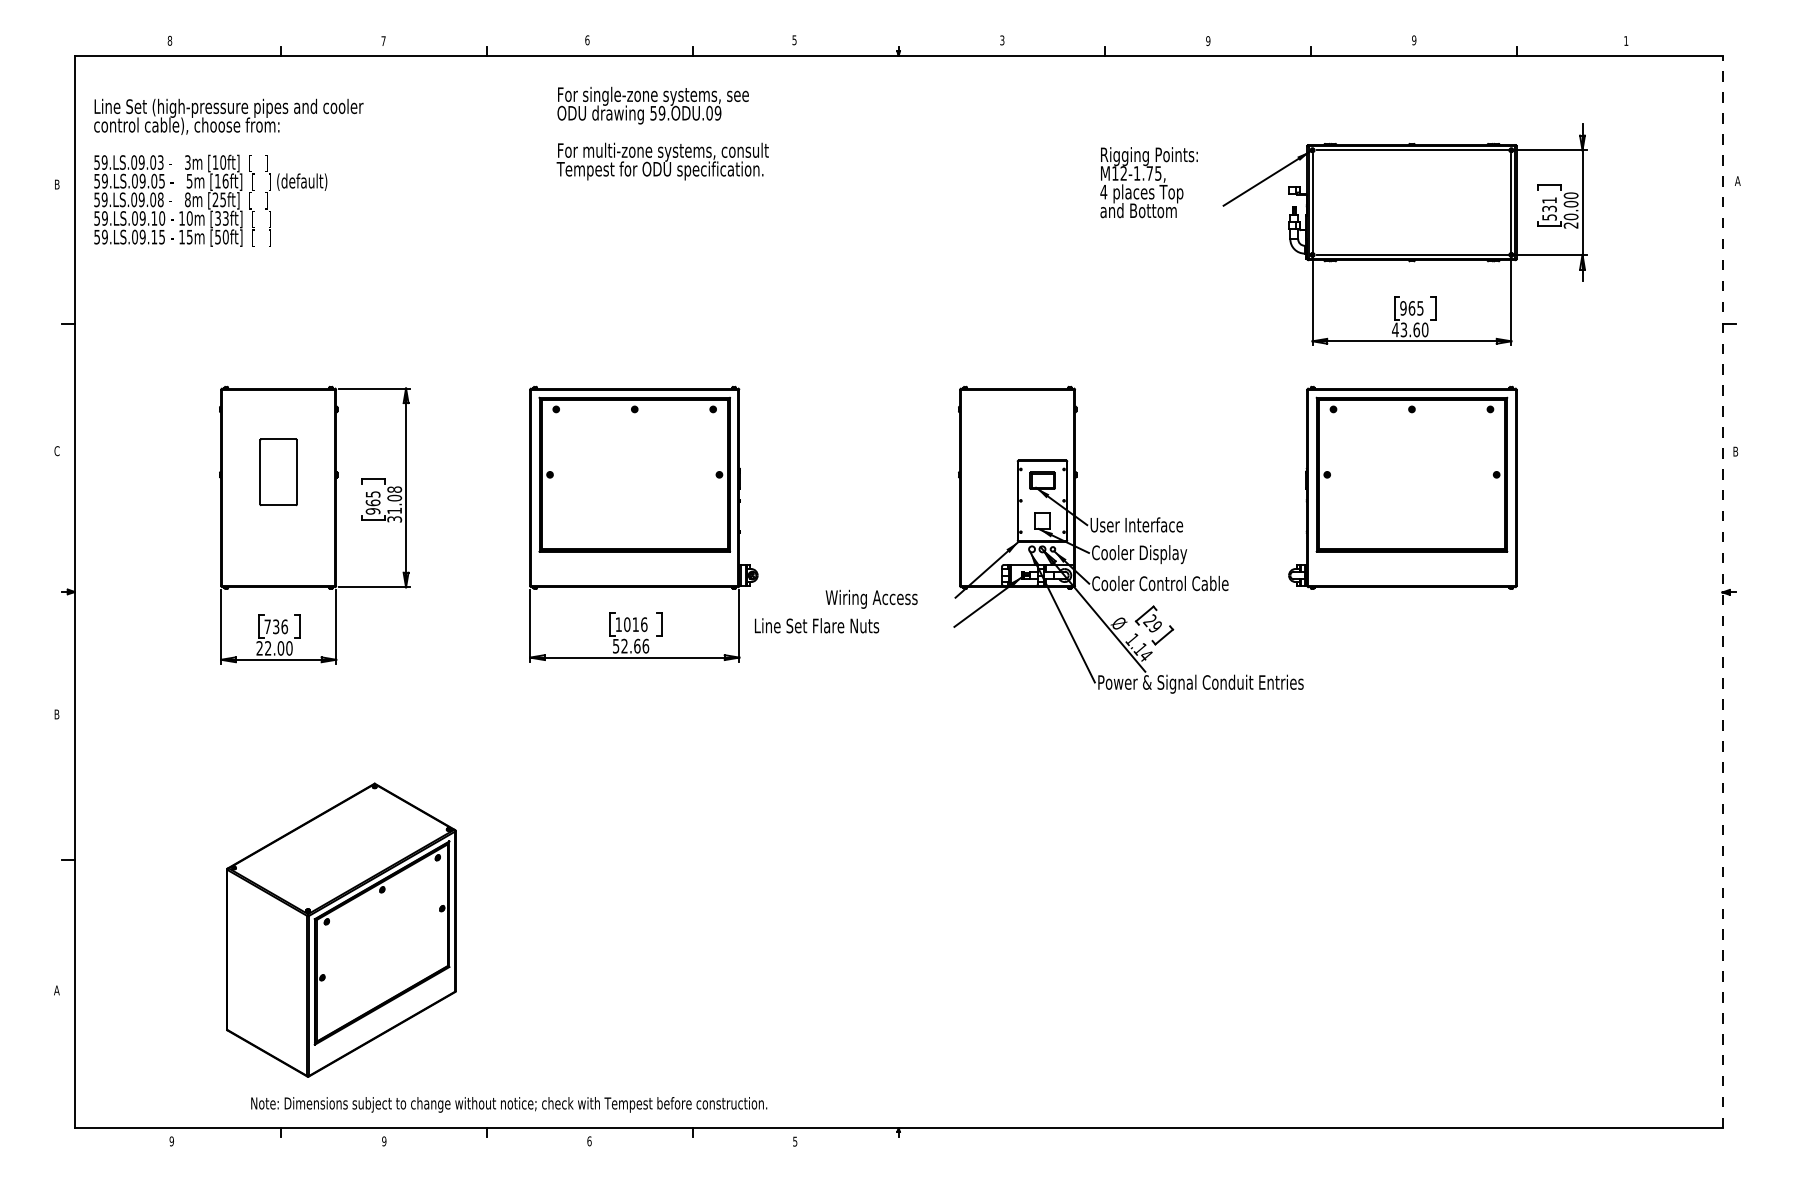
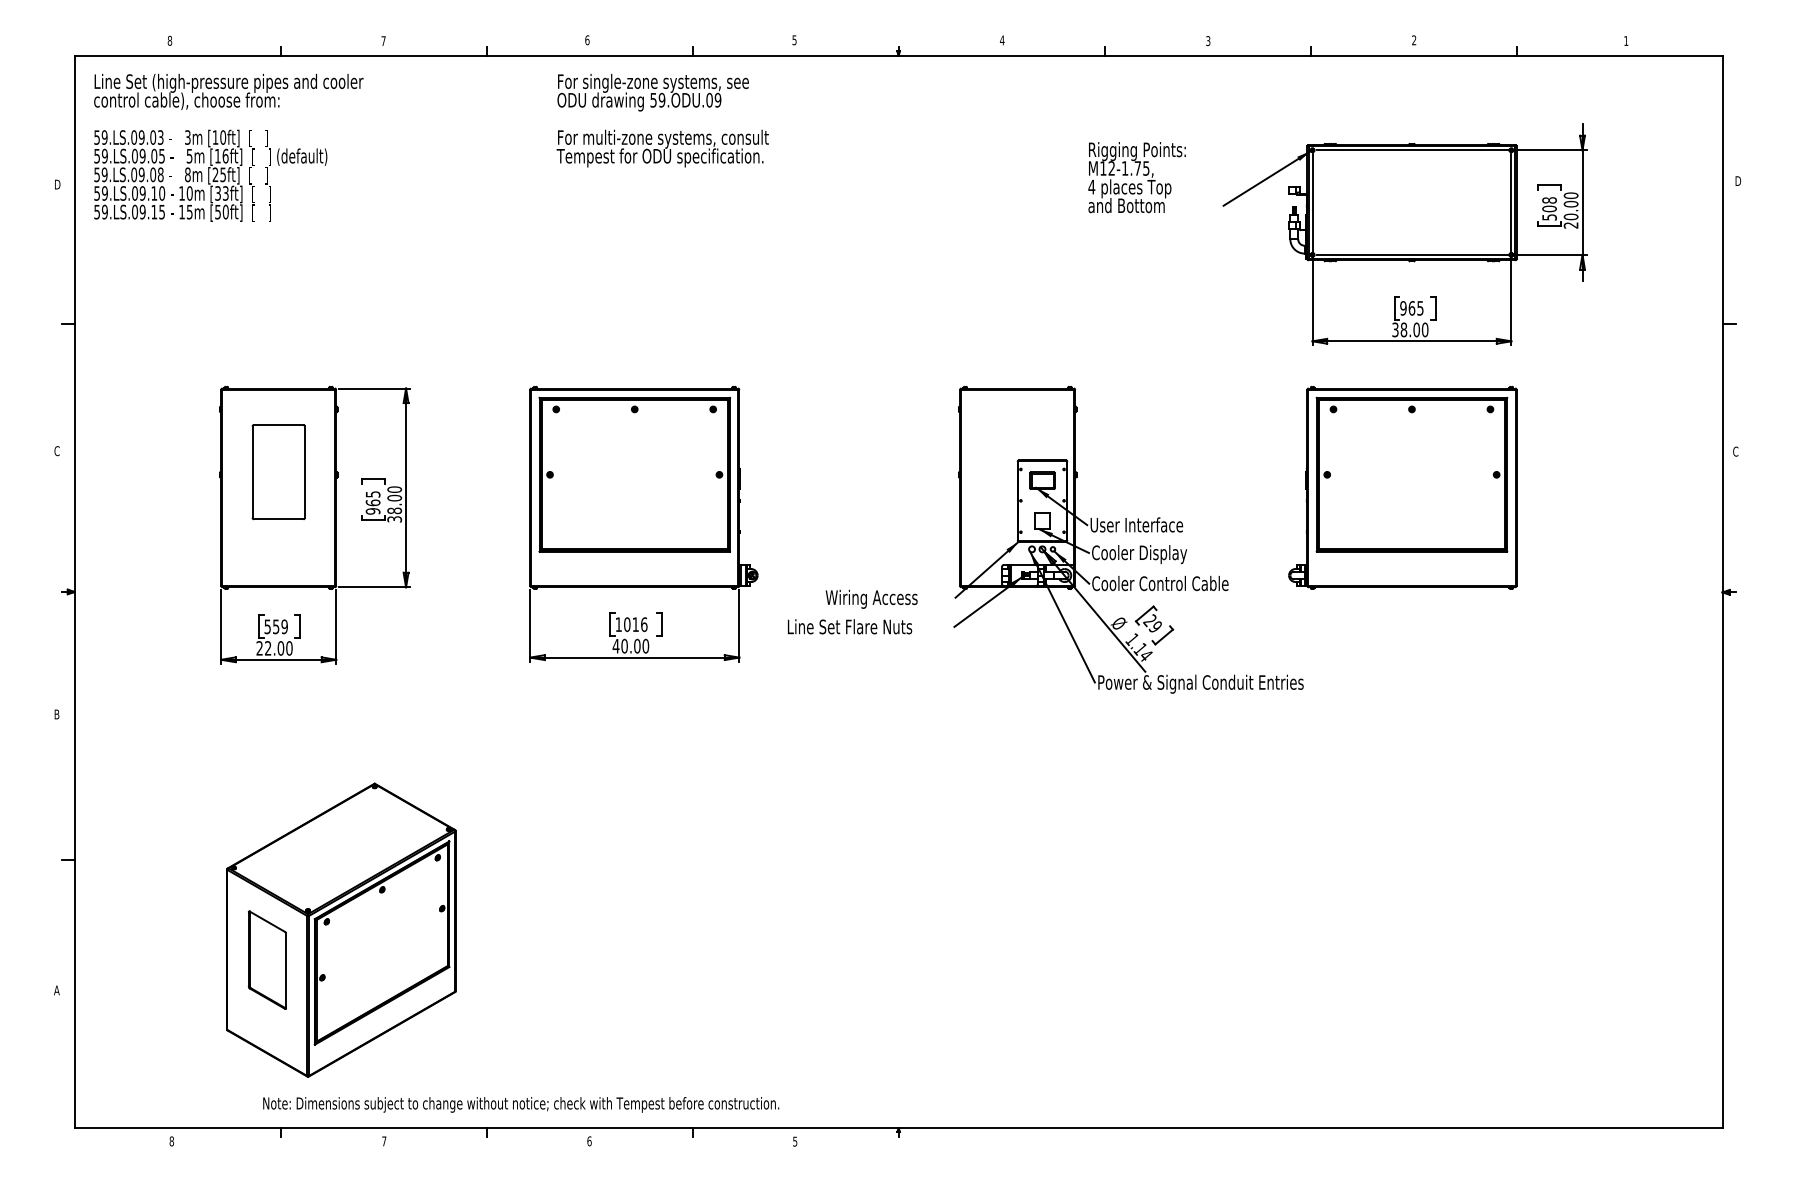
text at (1002, 40): 3 -> 4
text at (1208, 40): 9 -> 3
text at (1414, 40): 9 -> 2
text at (662, 133) position: (662, 133) -> (662, 120)
text at (228, 172) position: (228, 172) -> (228, 147)
text at (1738, 180): A -> D
text at (1148, 182) position: (1148, 182) -> (1136, 177)
text at (57, 184): B -> D
text at (1549, 204): 531 -> 508
text at (1406, 329): 43.60 -> 38.00
text at (1735, 451): B -> C
part at (278, 472) size: 39x69 px -> 55x97 px
text at (394, 500): 31.08 -> 38.00
line at (1722, 591): dashed -> solid
text at (817, 625) position: (817, 625) -> (850, 626)
text at (276, 626): 736 -> 559
text at (630, 645): 52.66 -> 40.00
part at (266, 959): none -> present
text at (509, 1104) position: (509, 1104) -> (521, 1104)
text at (171, 1141): 9 -> 8
text at (384, 1141): 9 -> 7
